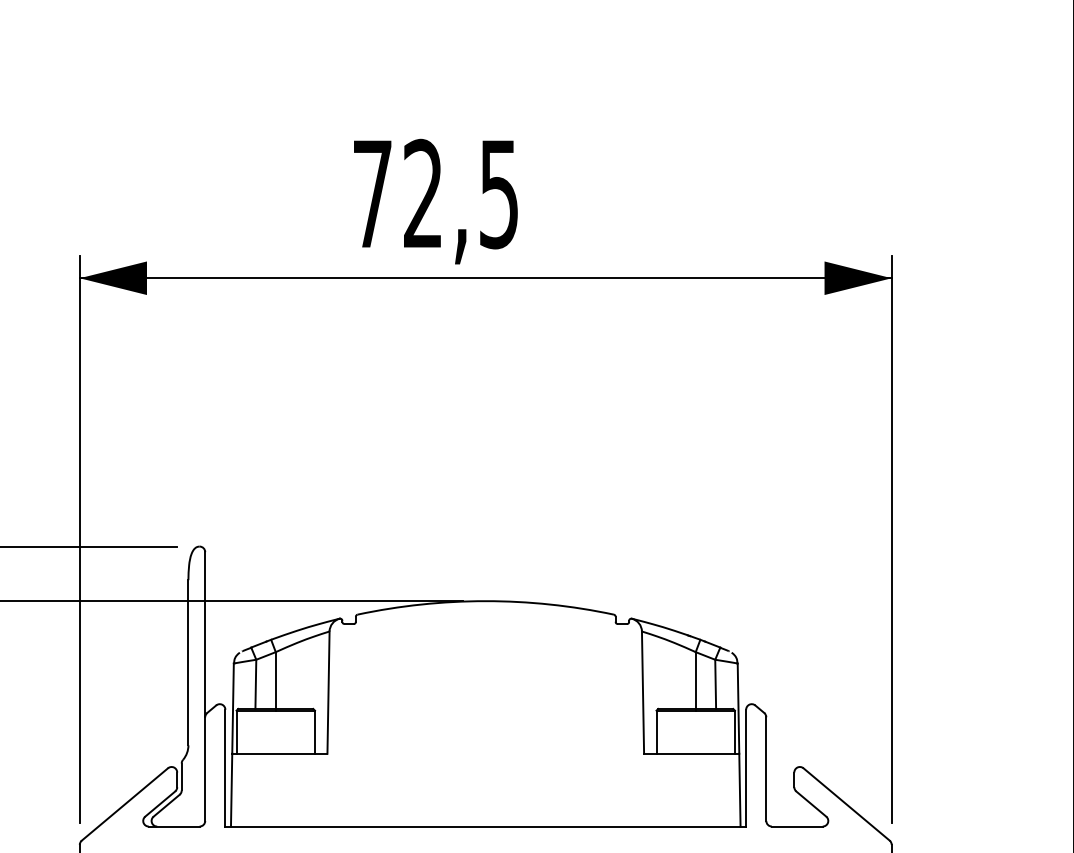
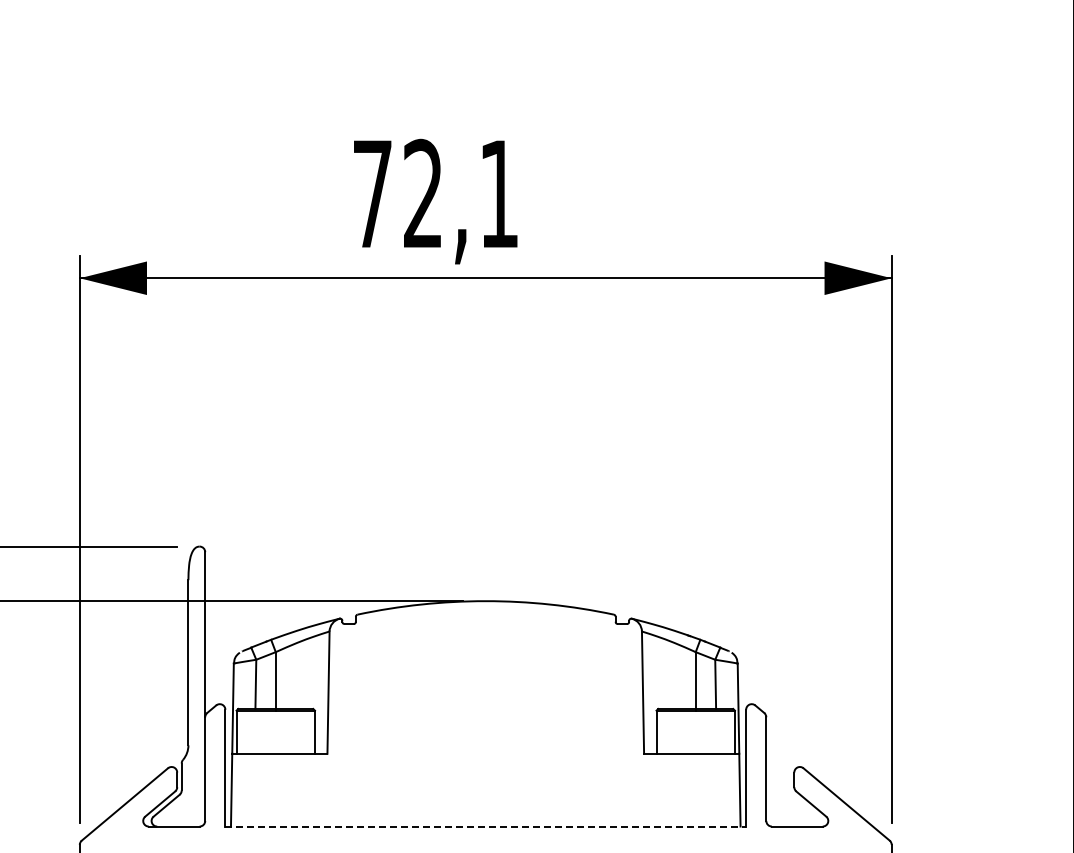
text at (498, 194): 72,5 -> 72,1
line at (486, 826): solid -> dashed
